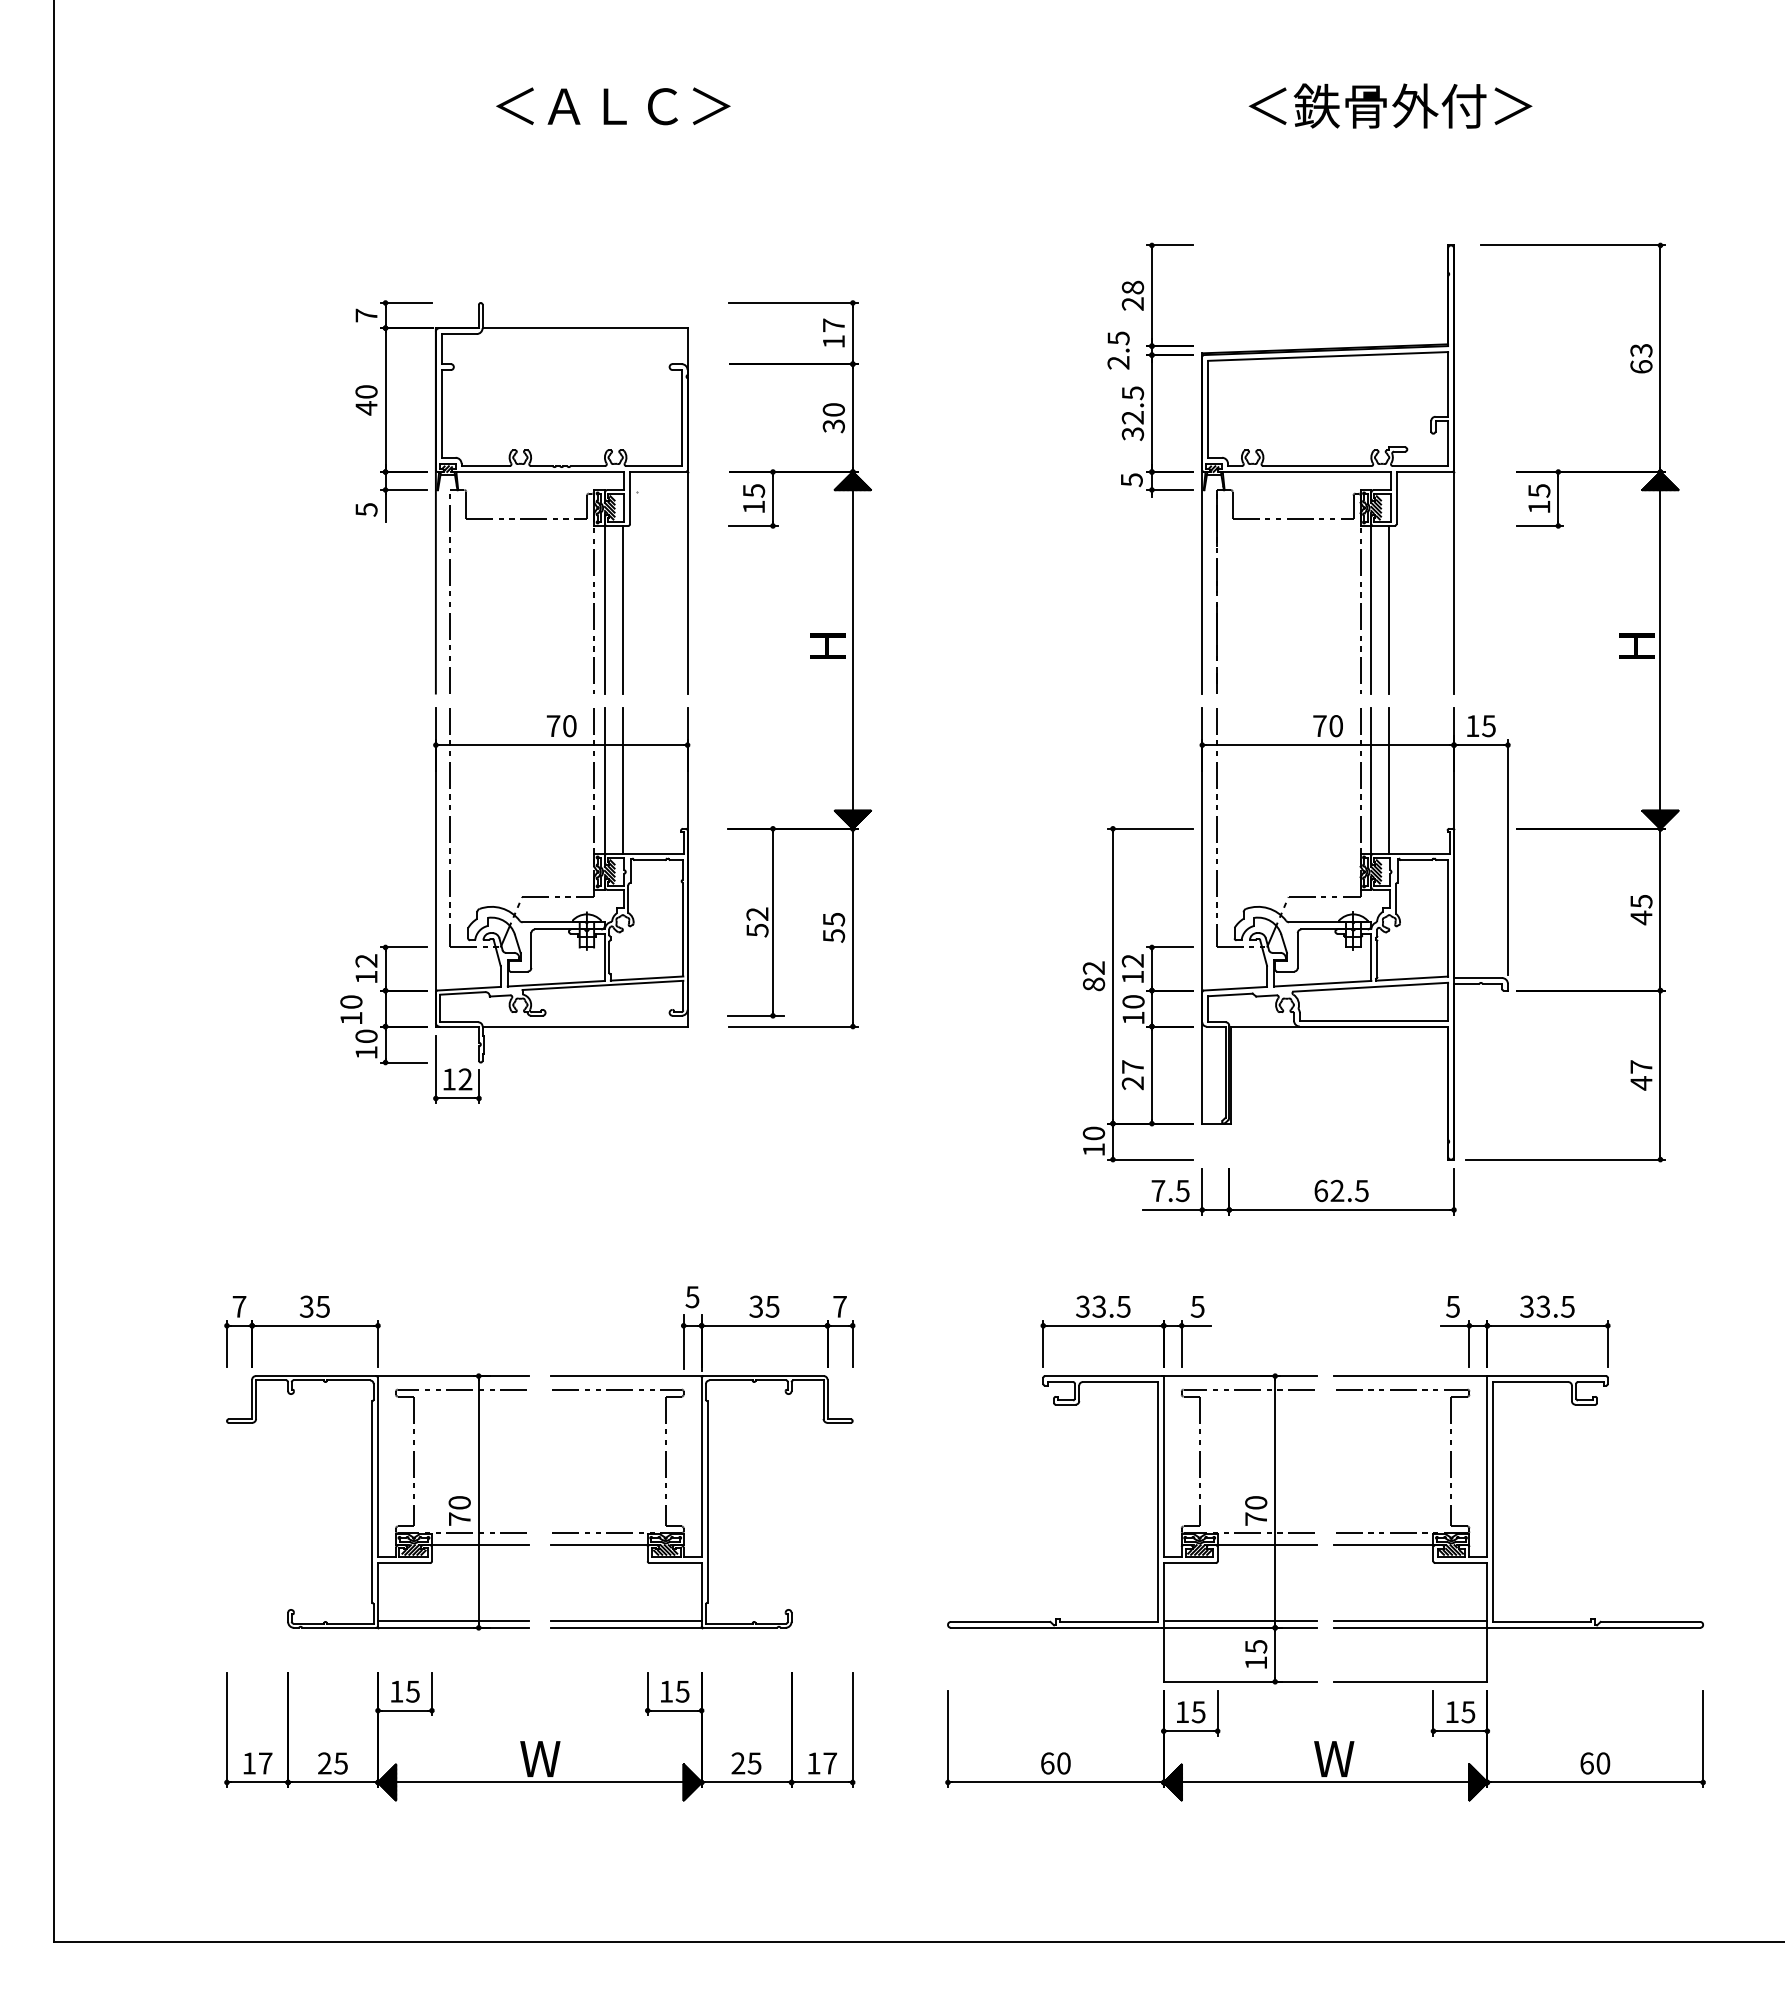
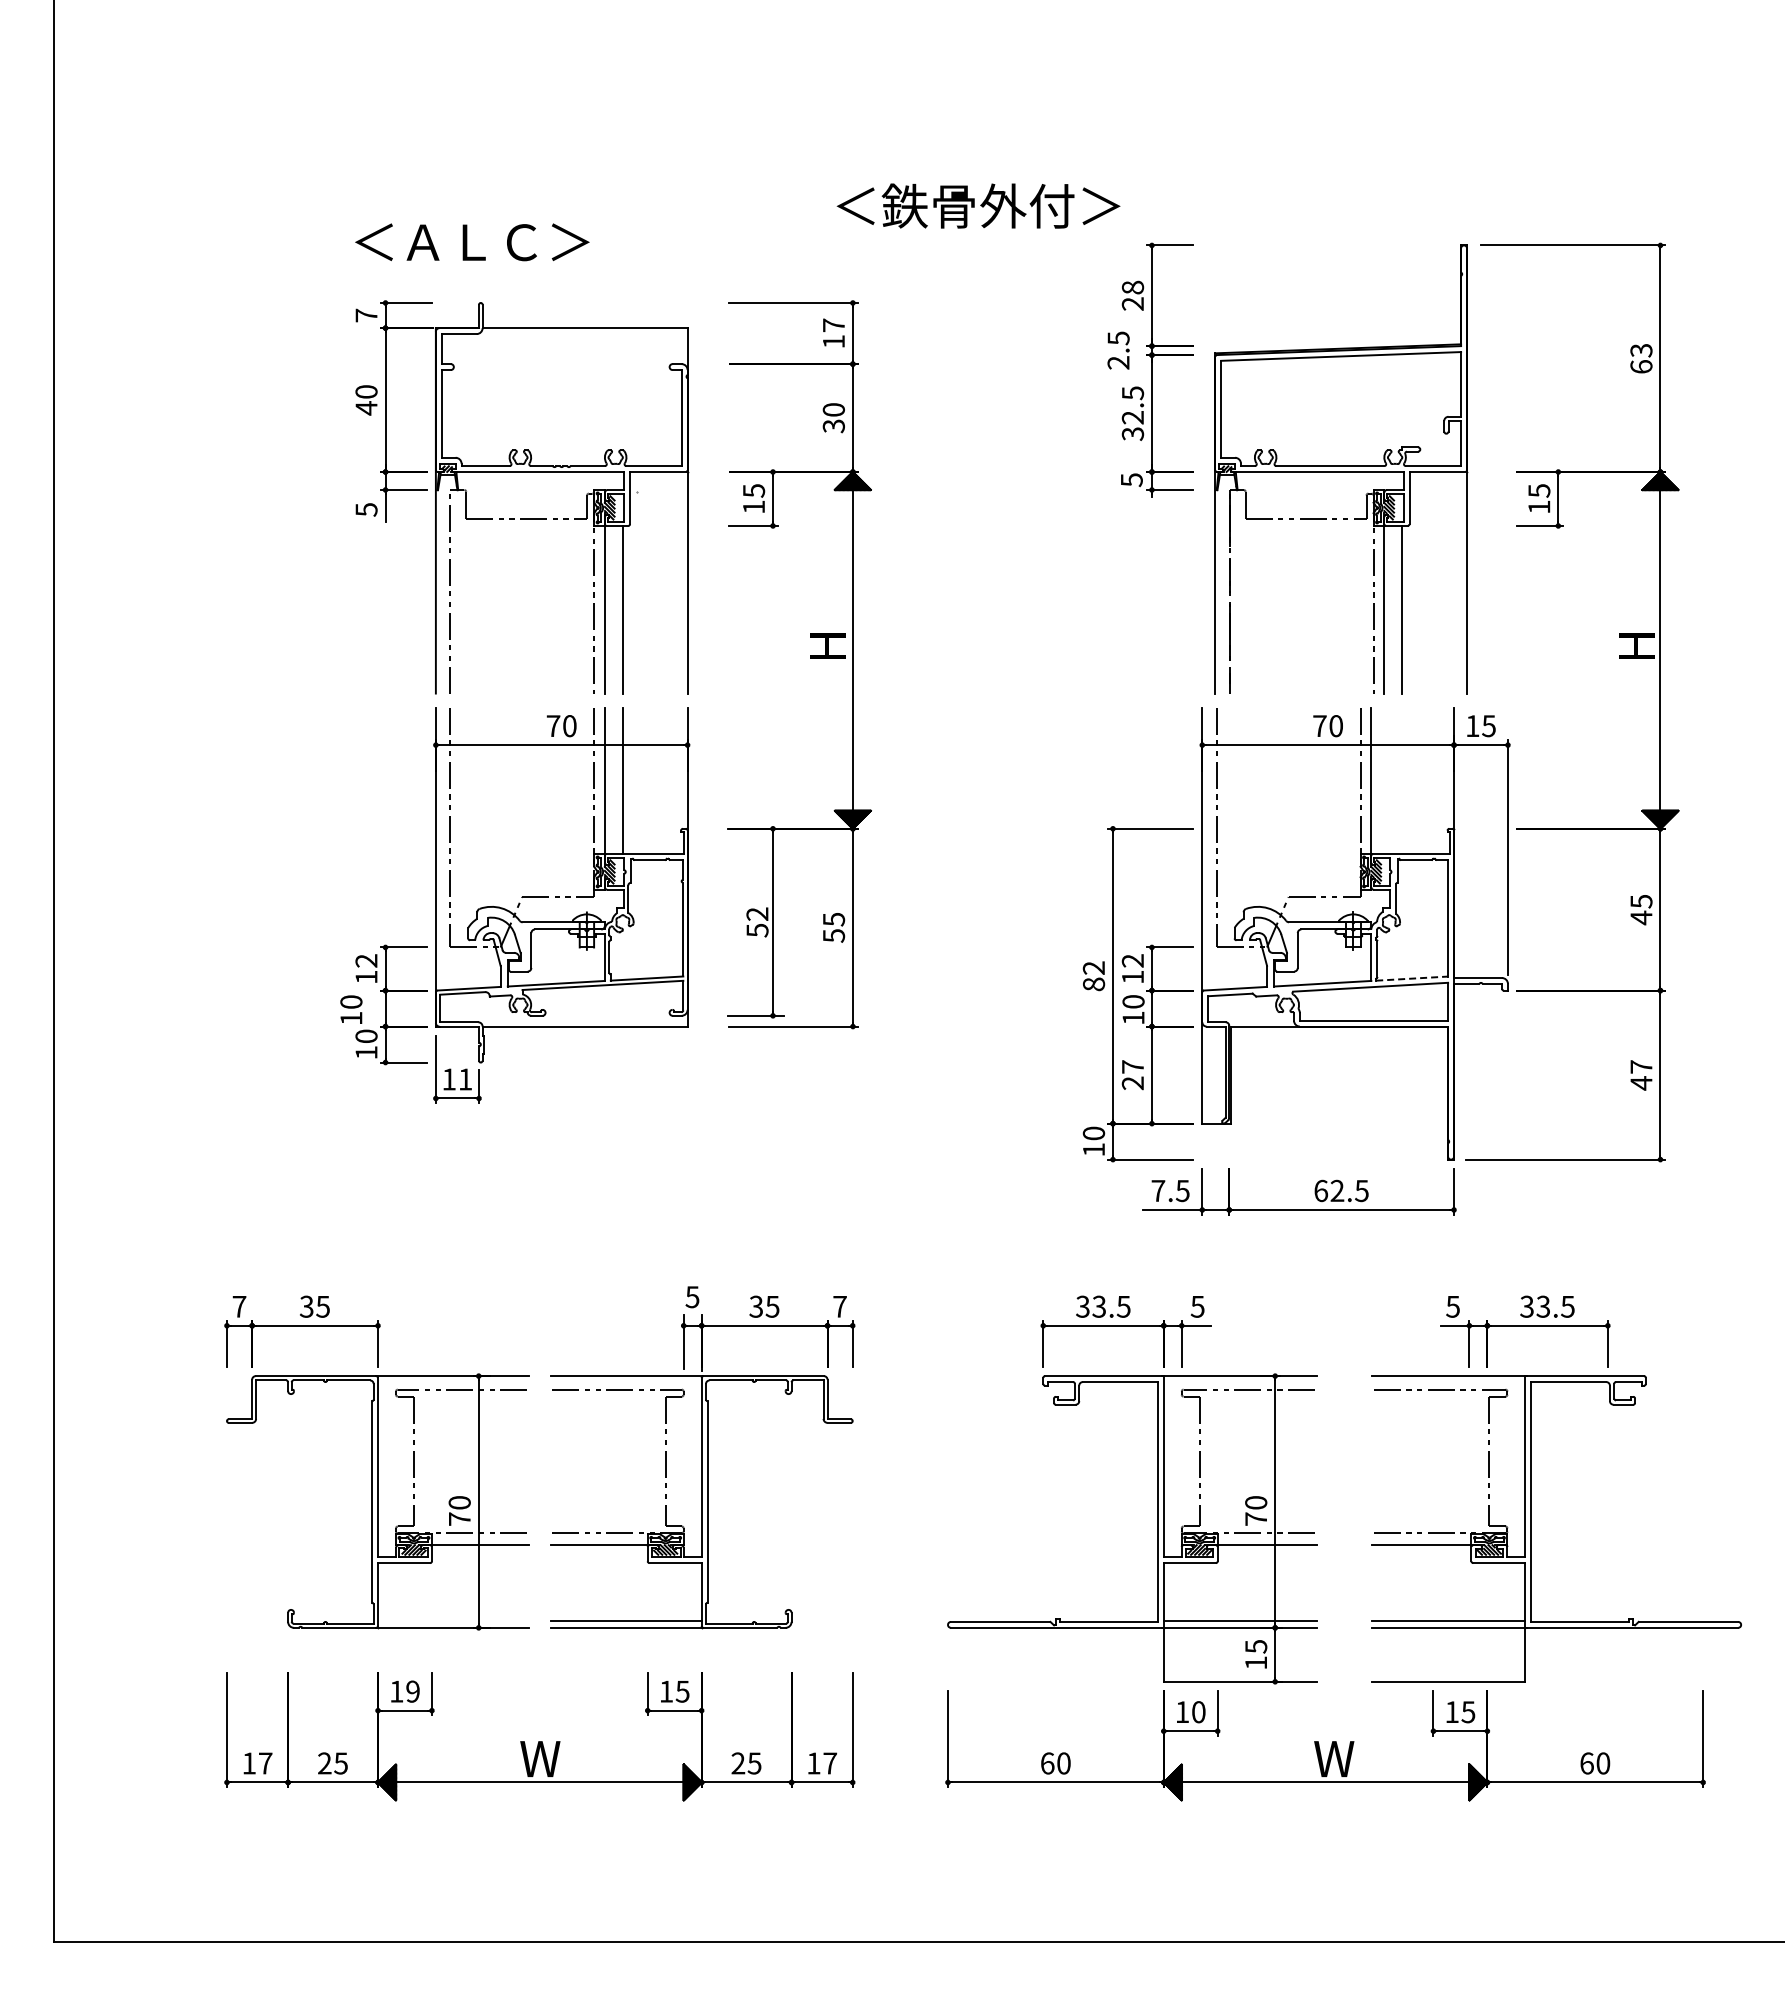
text at (1390, 105) position: (1390, 105) -> (978, 205)
text at (613, 106) position: (613, 106) -> (472, 242)
part at (1328, 469) position: (1328, 469) -> (1341, 469)
line at (1389, 780): present -> none
line at (1412, 978): solid -> dashed
text at (465, 1079): 12 -> 11
part at (1493, 1528) position: (1493, 1528) -> (1531, 1528)
line at (453, 1621): present -> none
text at (412, 1691): 15 -> 19
text at (1198, 1712): 15 -> 10
